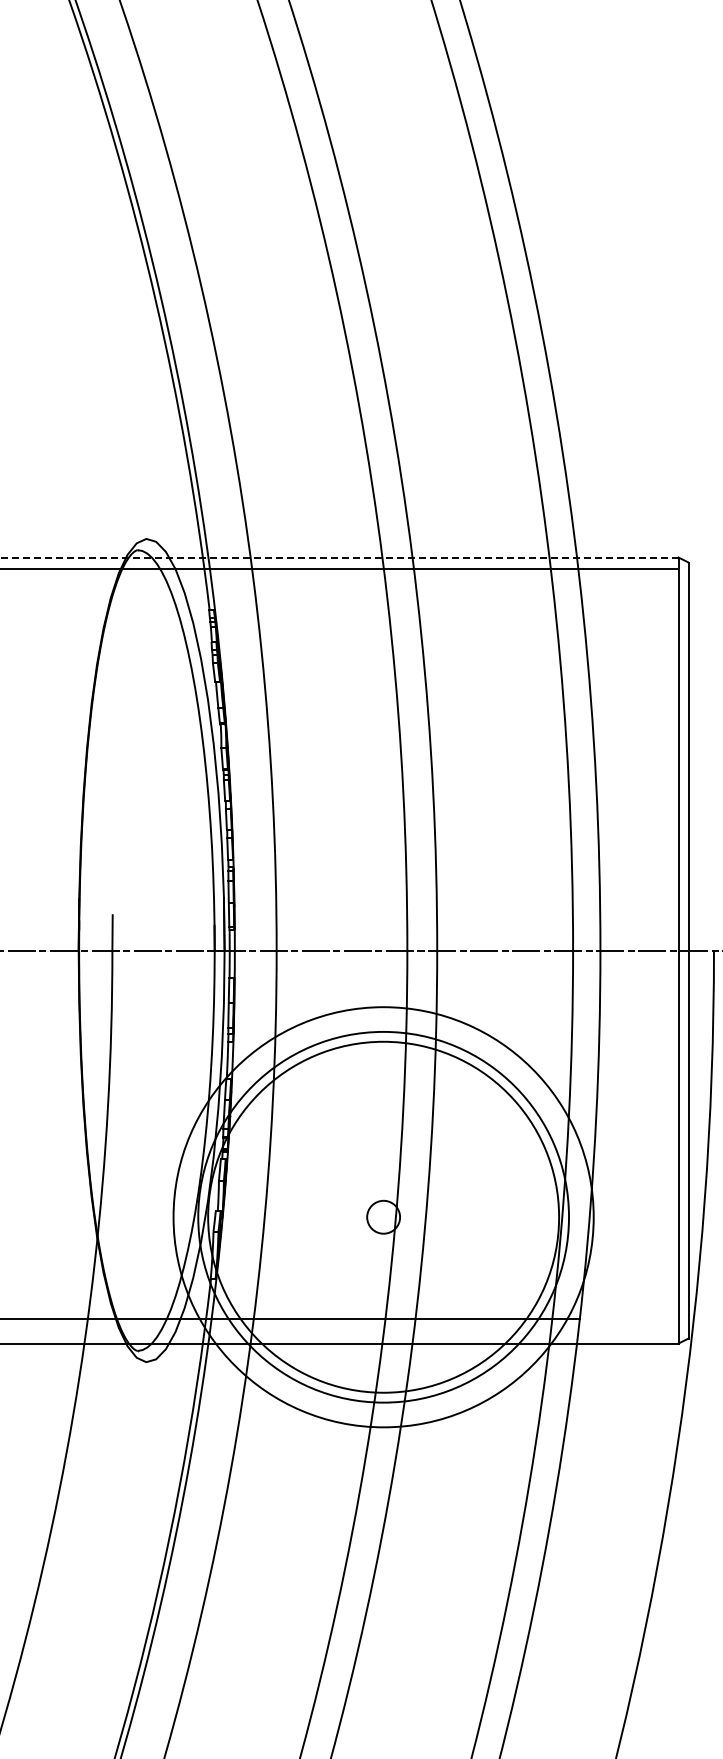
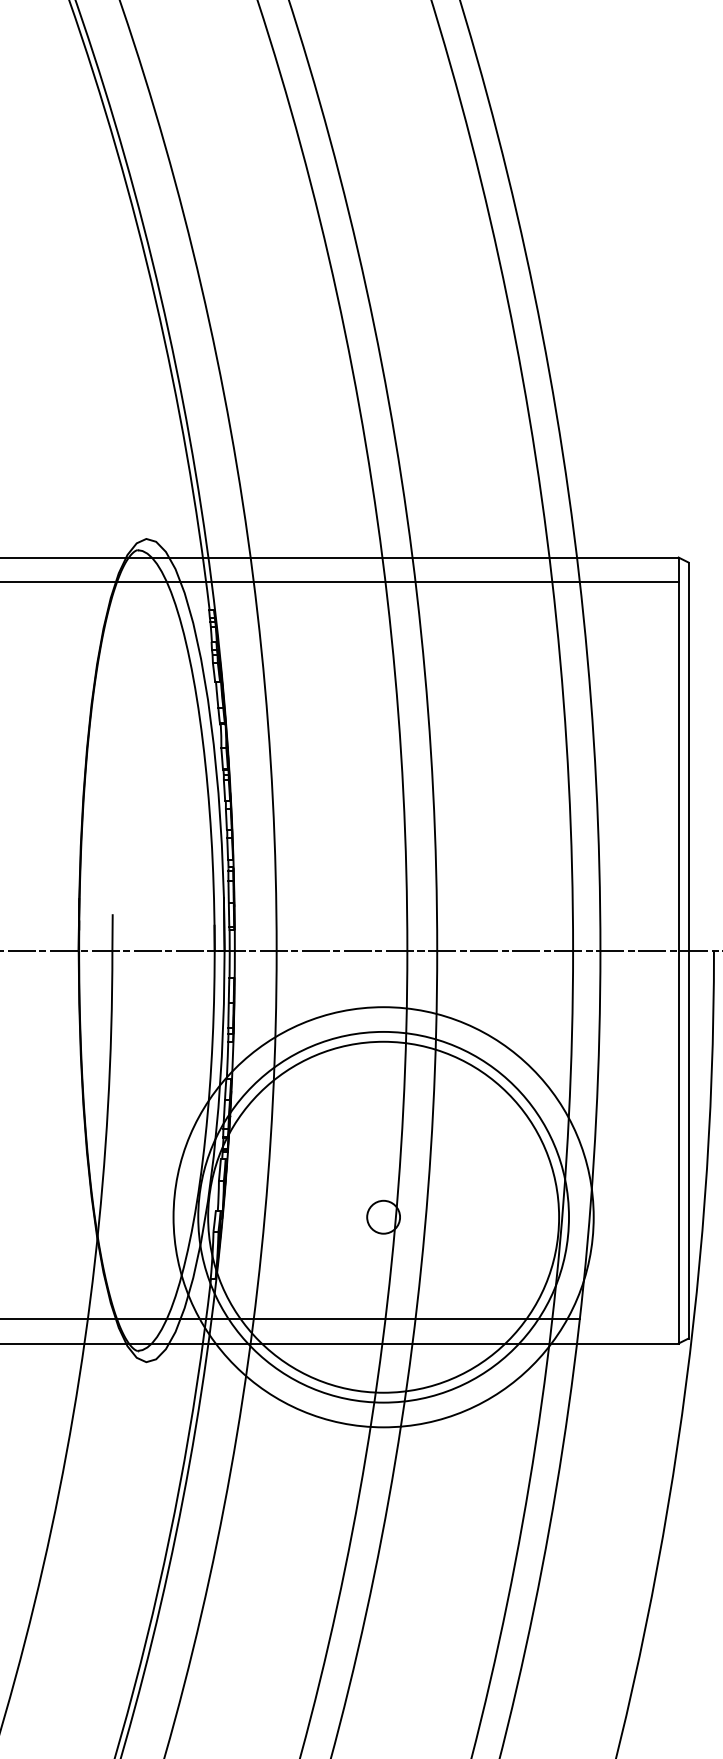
line at (339, 557): dashed -> solid
line at (340, 568) position: (340, 568) -> (340, 581)
